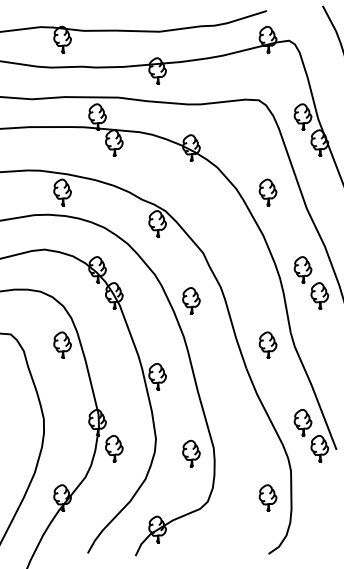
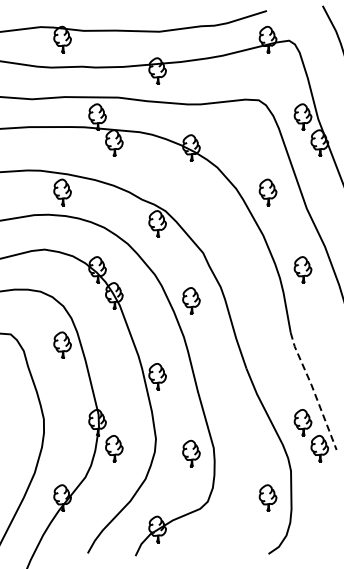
part at (319, 295): present -> none
part at (267, 344): present -> none
line at (313, 390): solid -> dashed
